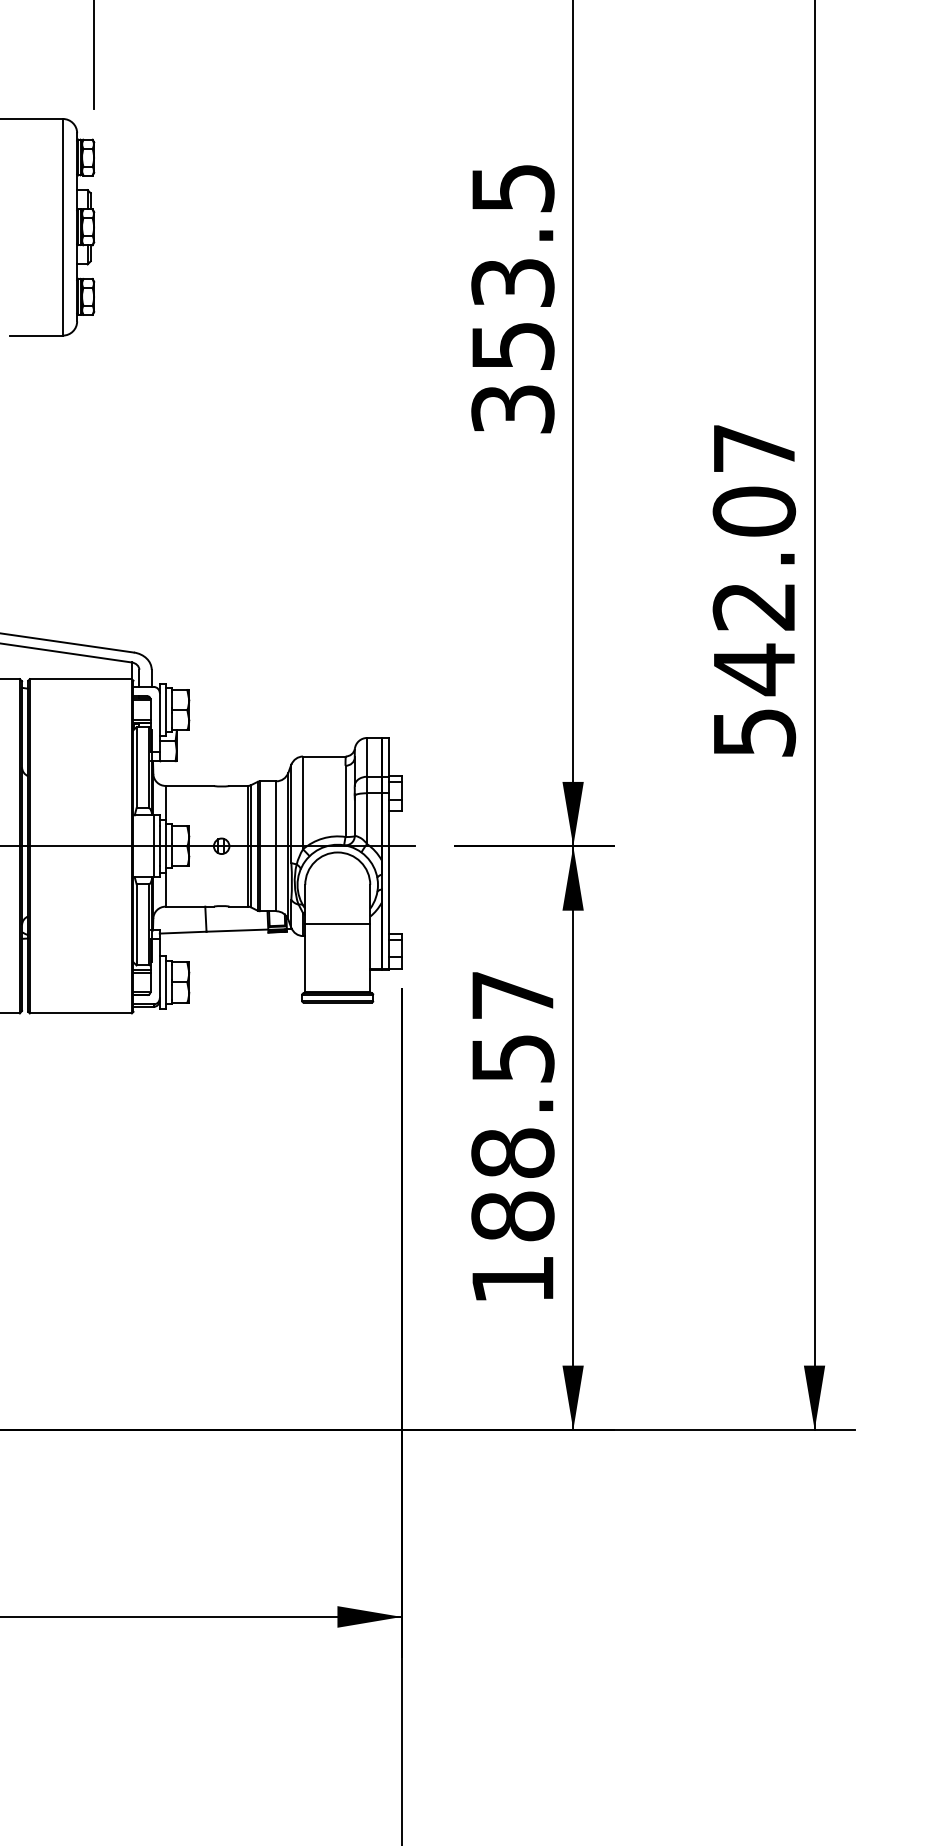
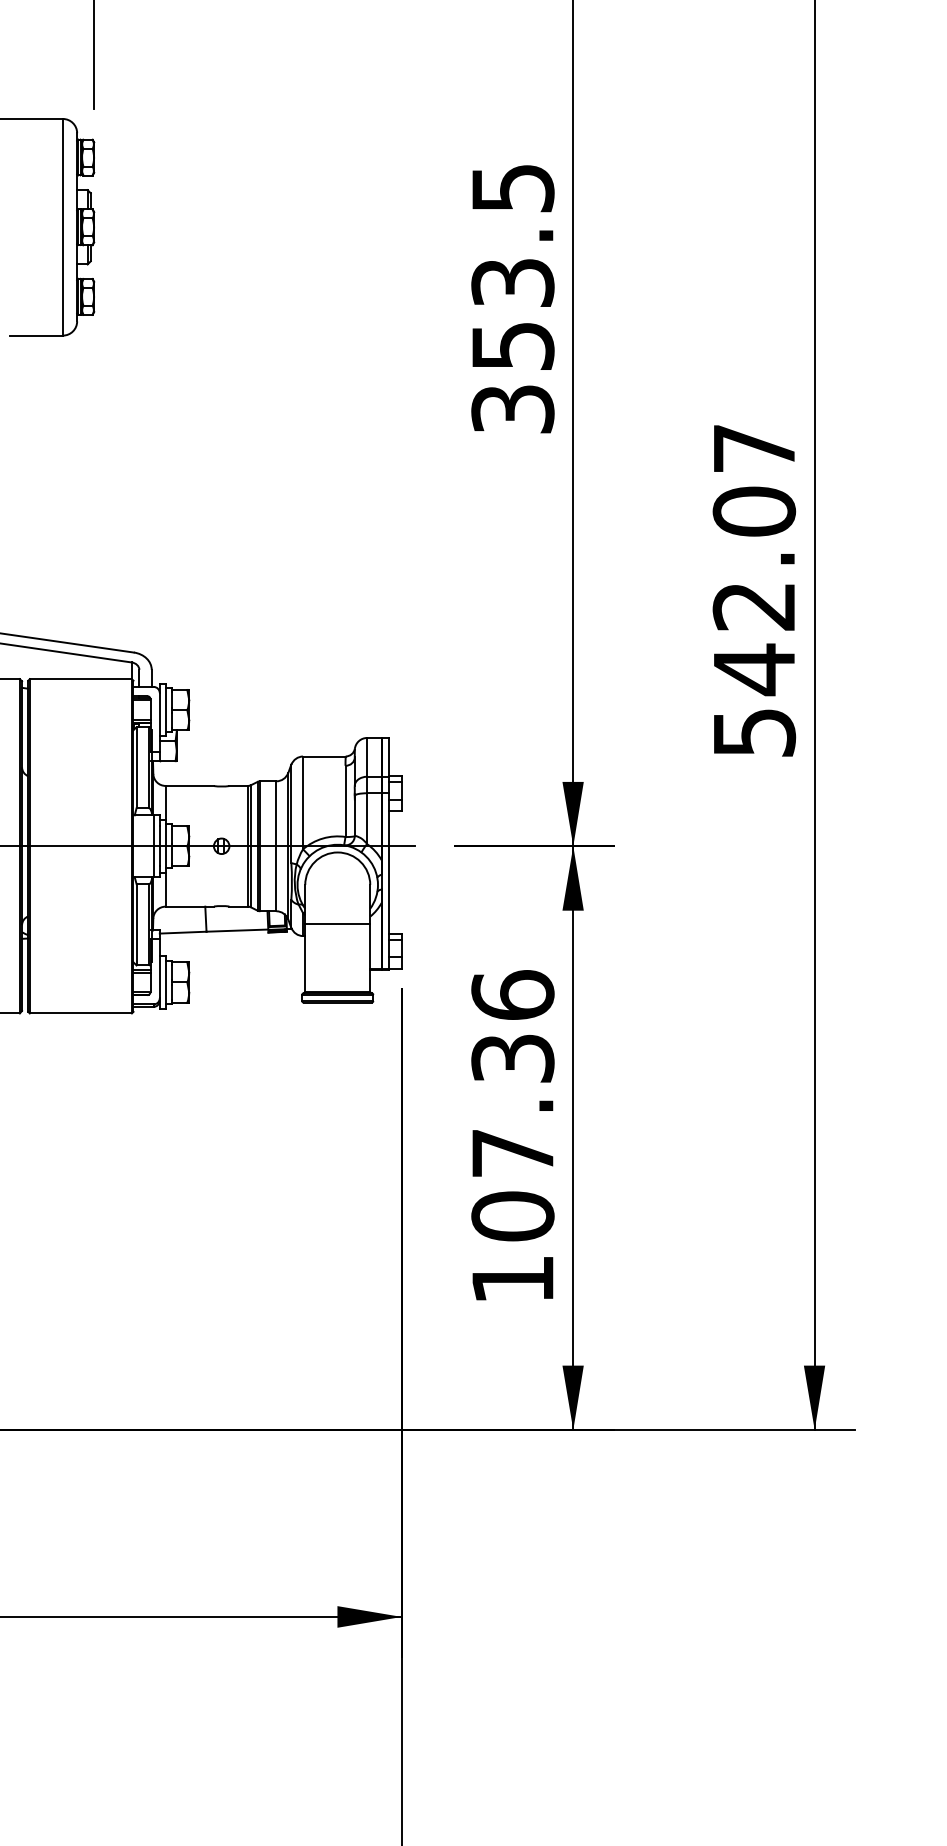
text at (512, 1105): 188.57 -> 107.36
